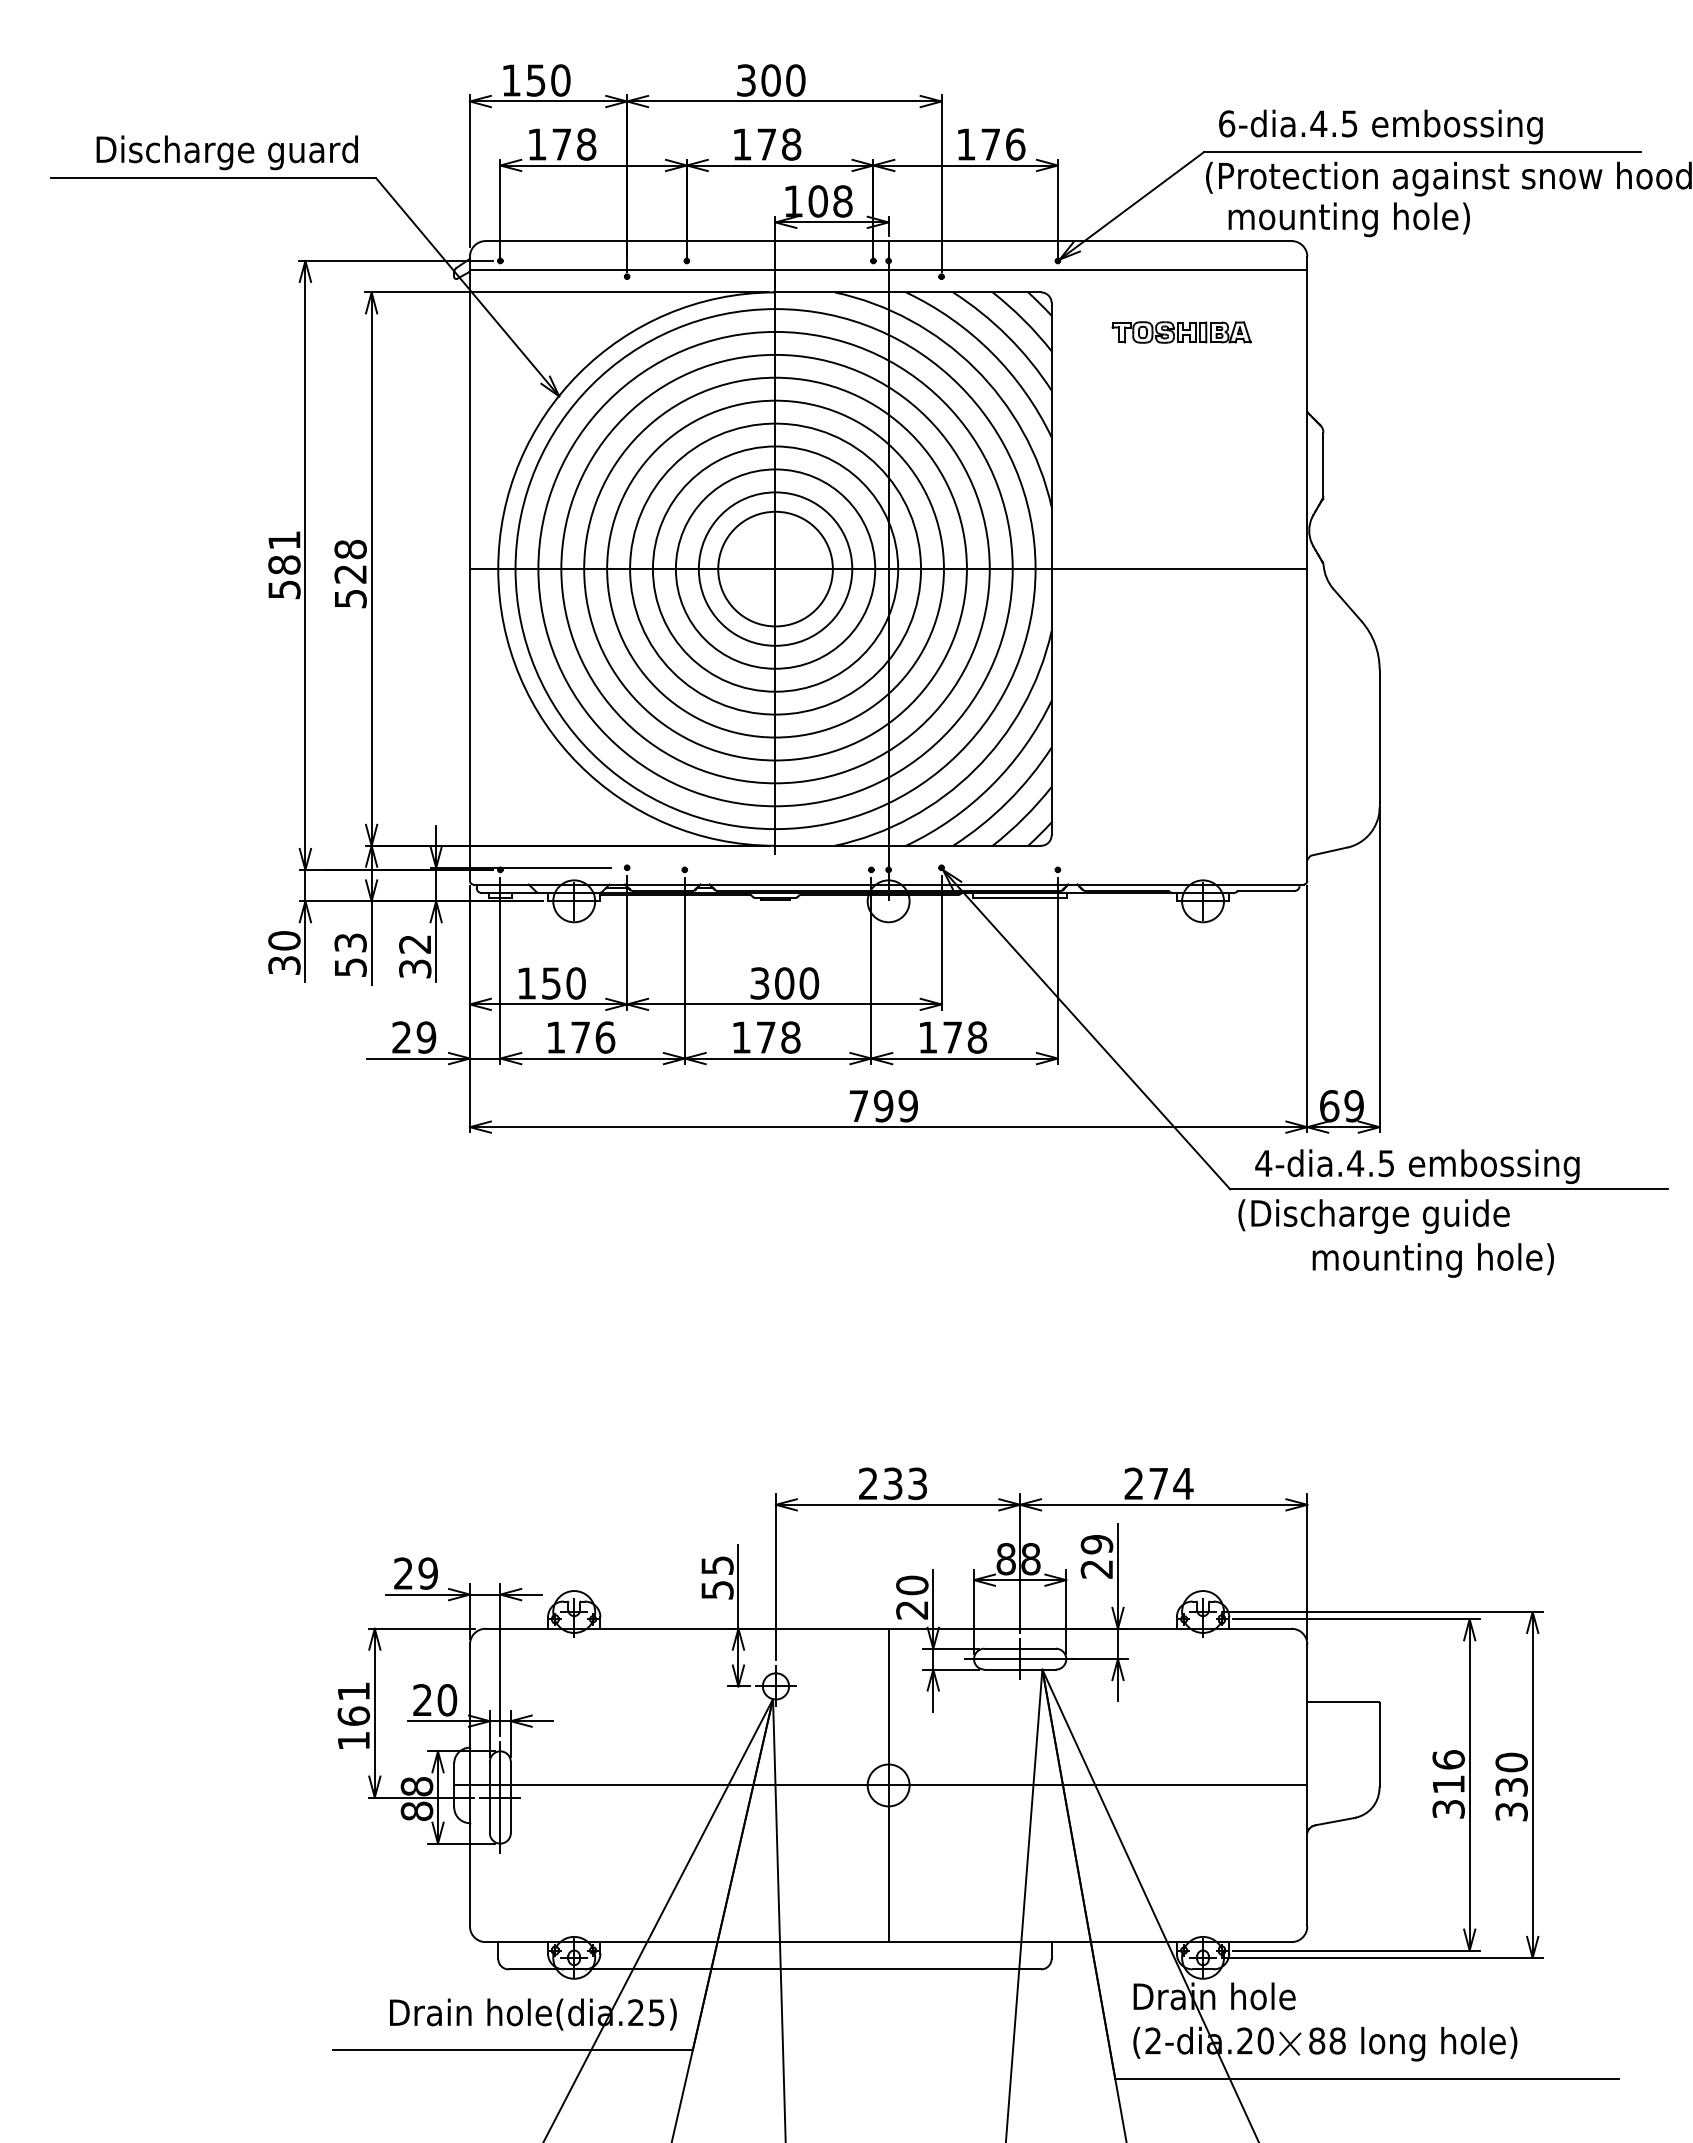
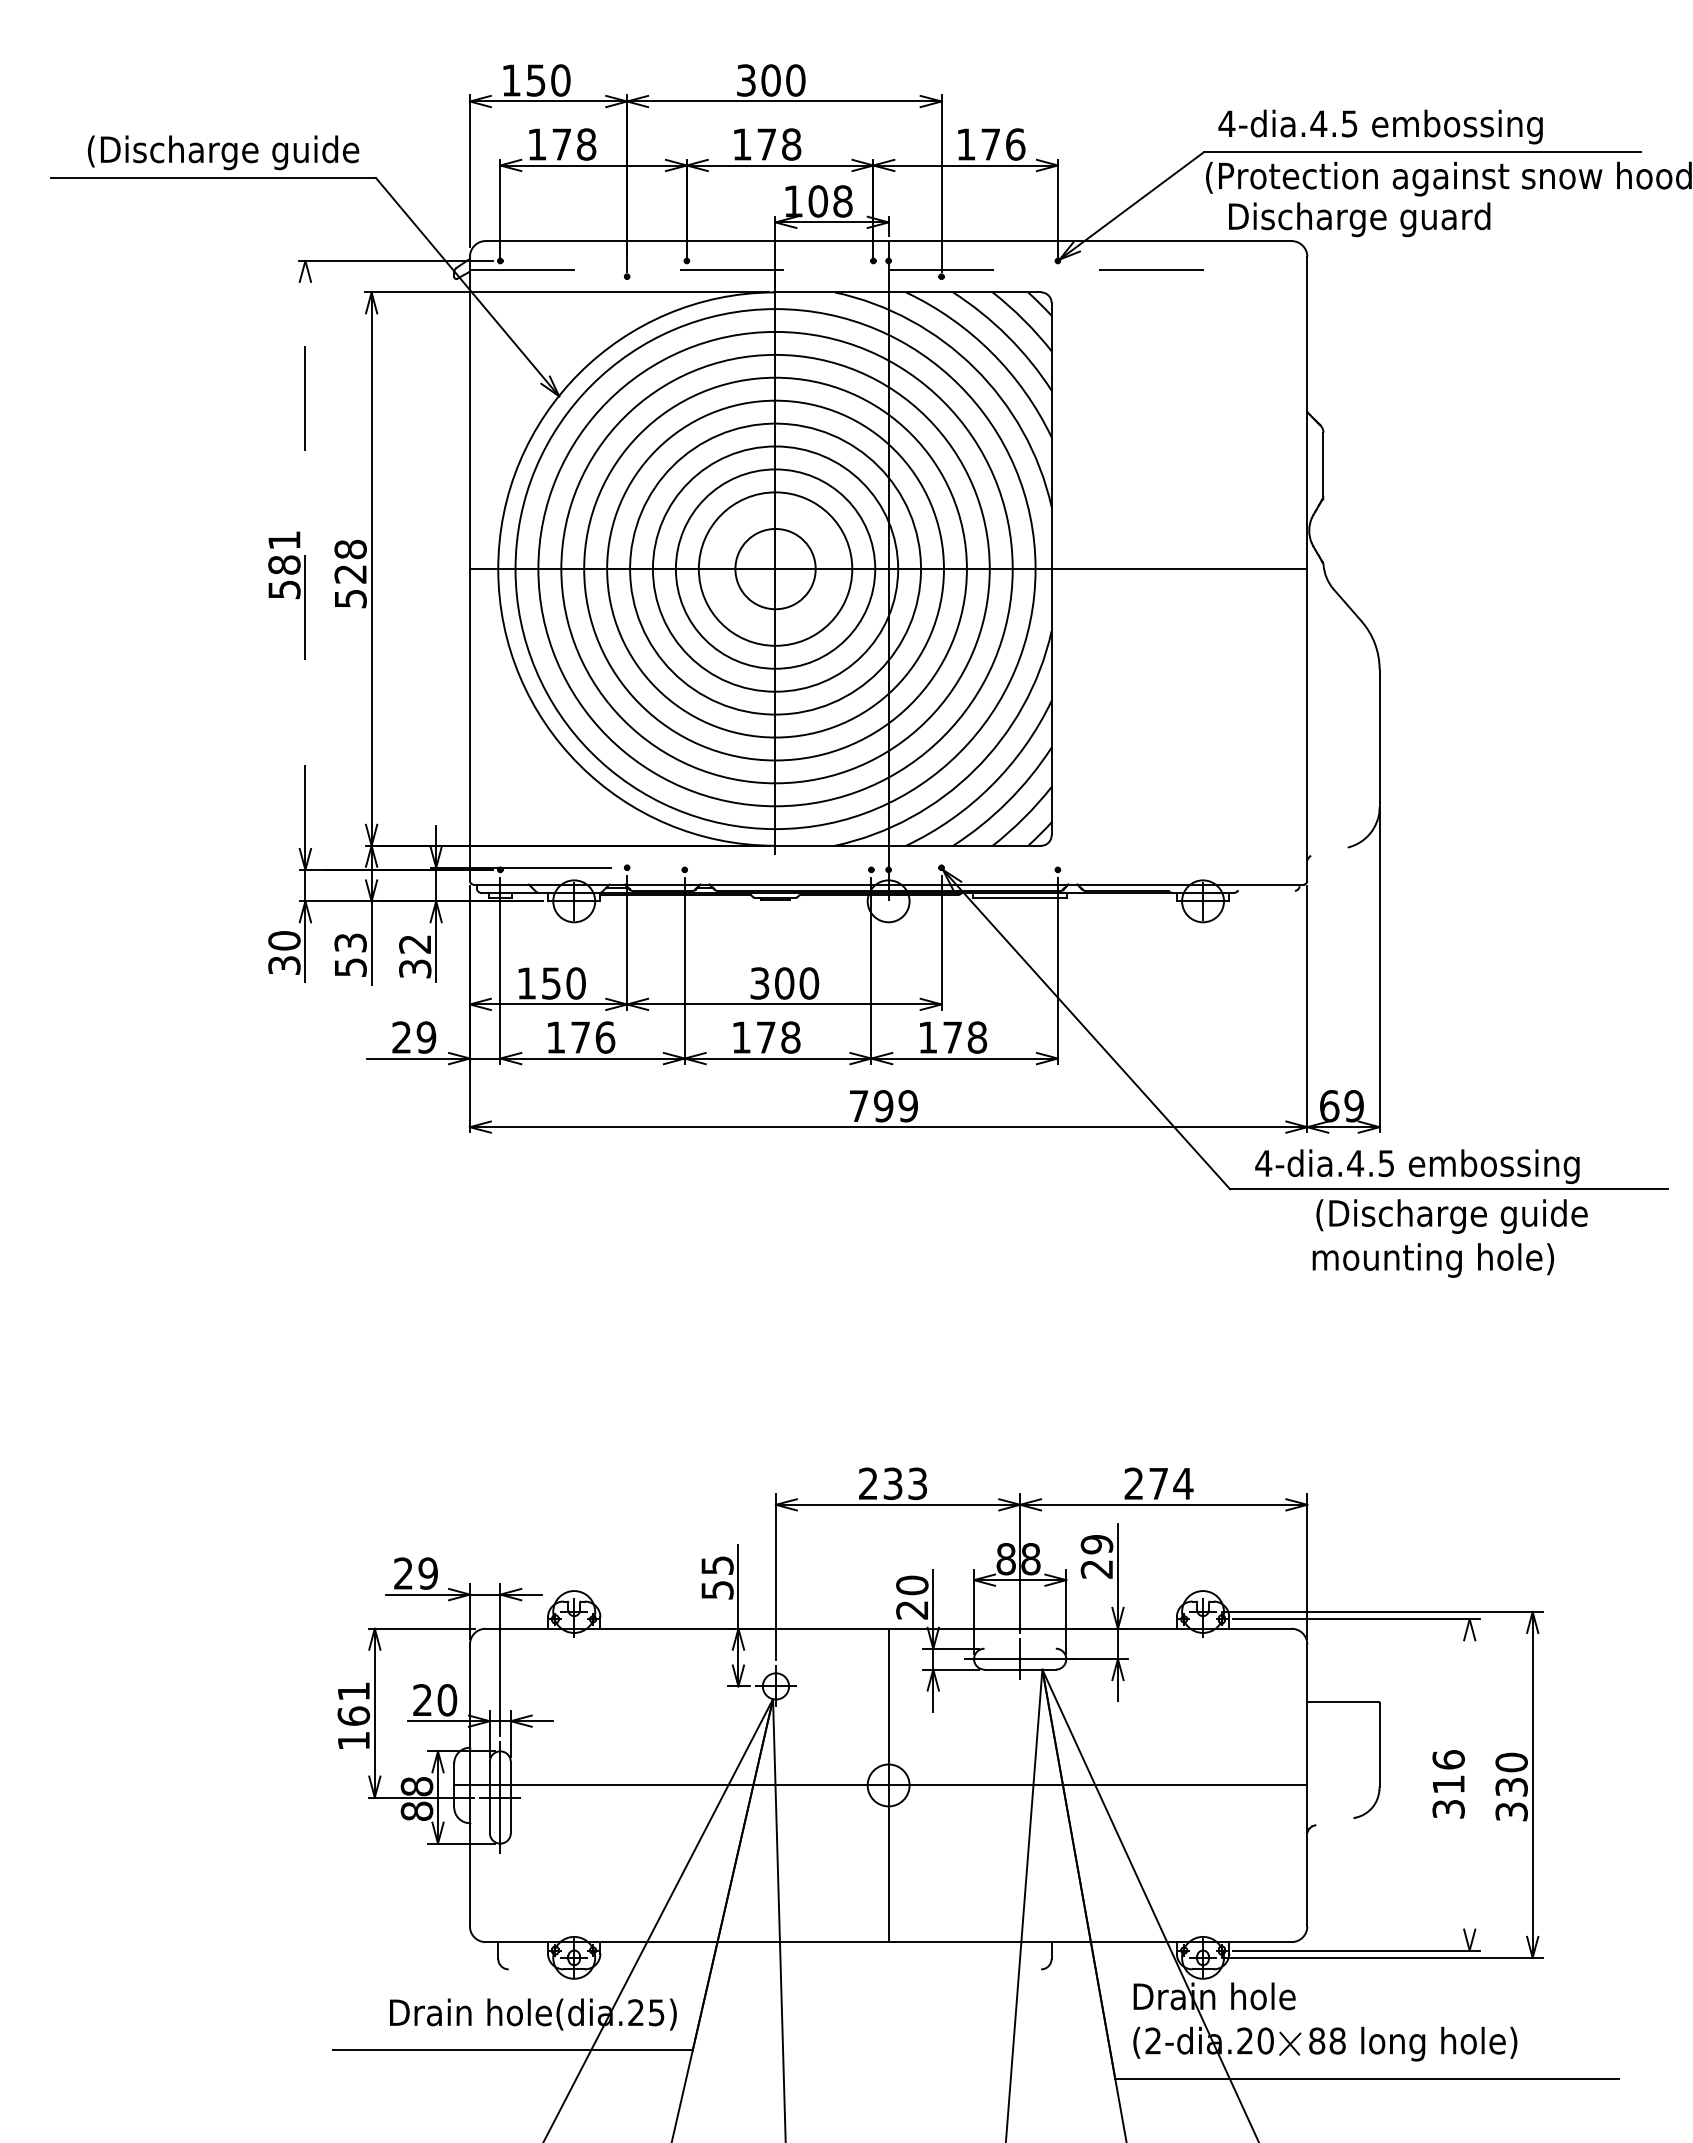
text at (1226, 123): 6-dia.4.5 -> 4-dia.4.5
text at (223, 152): Discharge guard -> (Discharge guide
text at (1359, 219): mounting hole) -> Discharge guard
line at (888, 269): solid -> dashed
part at (1181, 332): present -> none
line at (305, 564): solid -> dashed
circle at (775, 568) diameter: 115 px -> 80 px
line at (1329, 851): present -> none
line at (1266, 890): present -> none
text at (1373, 1216) position: (1373, 1216) -> (1451, 1216)
line at (1019, 1648): present -> none
line at (1469, 1784): present -> none
line at (1334, 1821): present -> none
line at (774, 1969): present -> none
